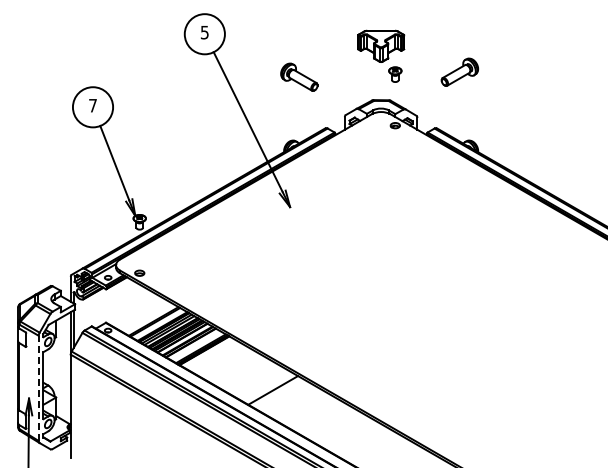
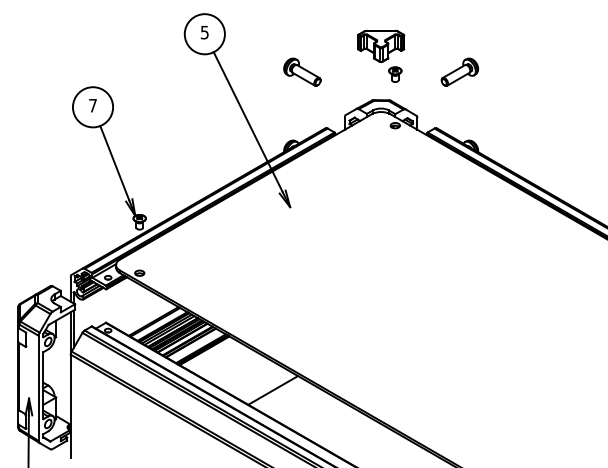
part at (299, 76) position: (299, 76) -> (302, 71)
line at (38, 388): dashed -> solid
